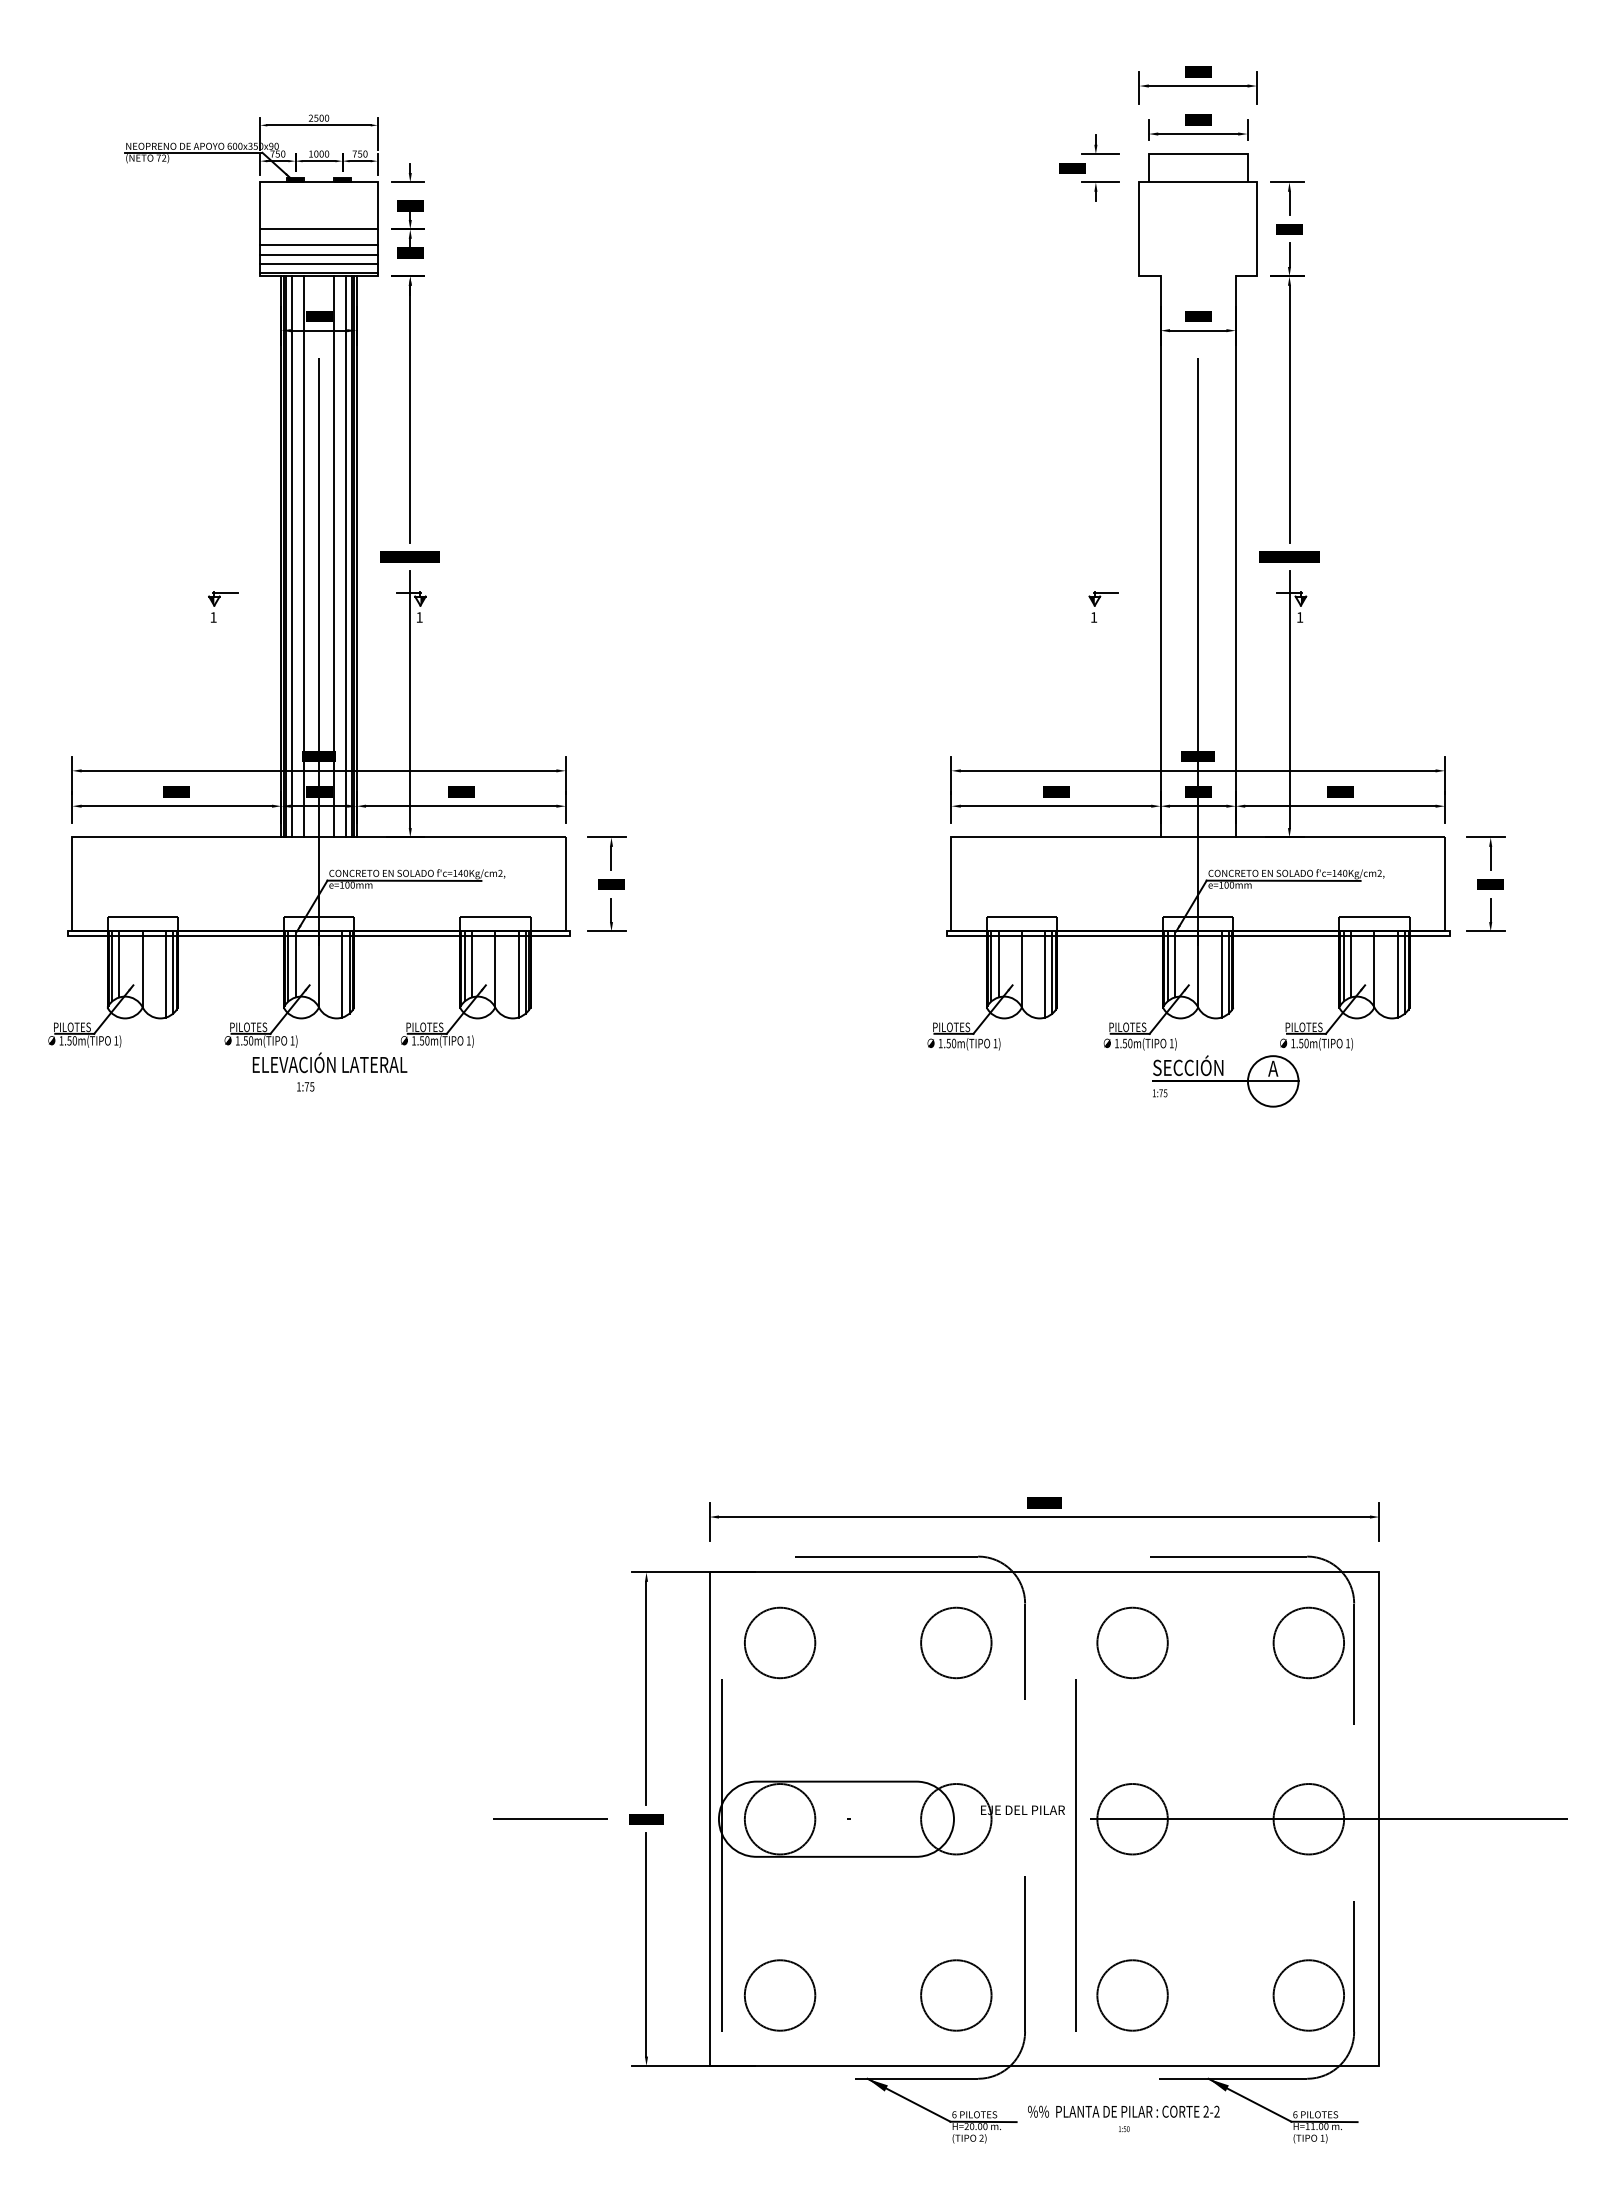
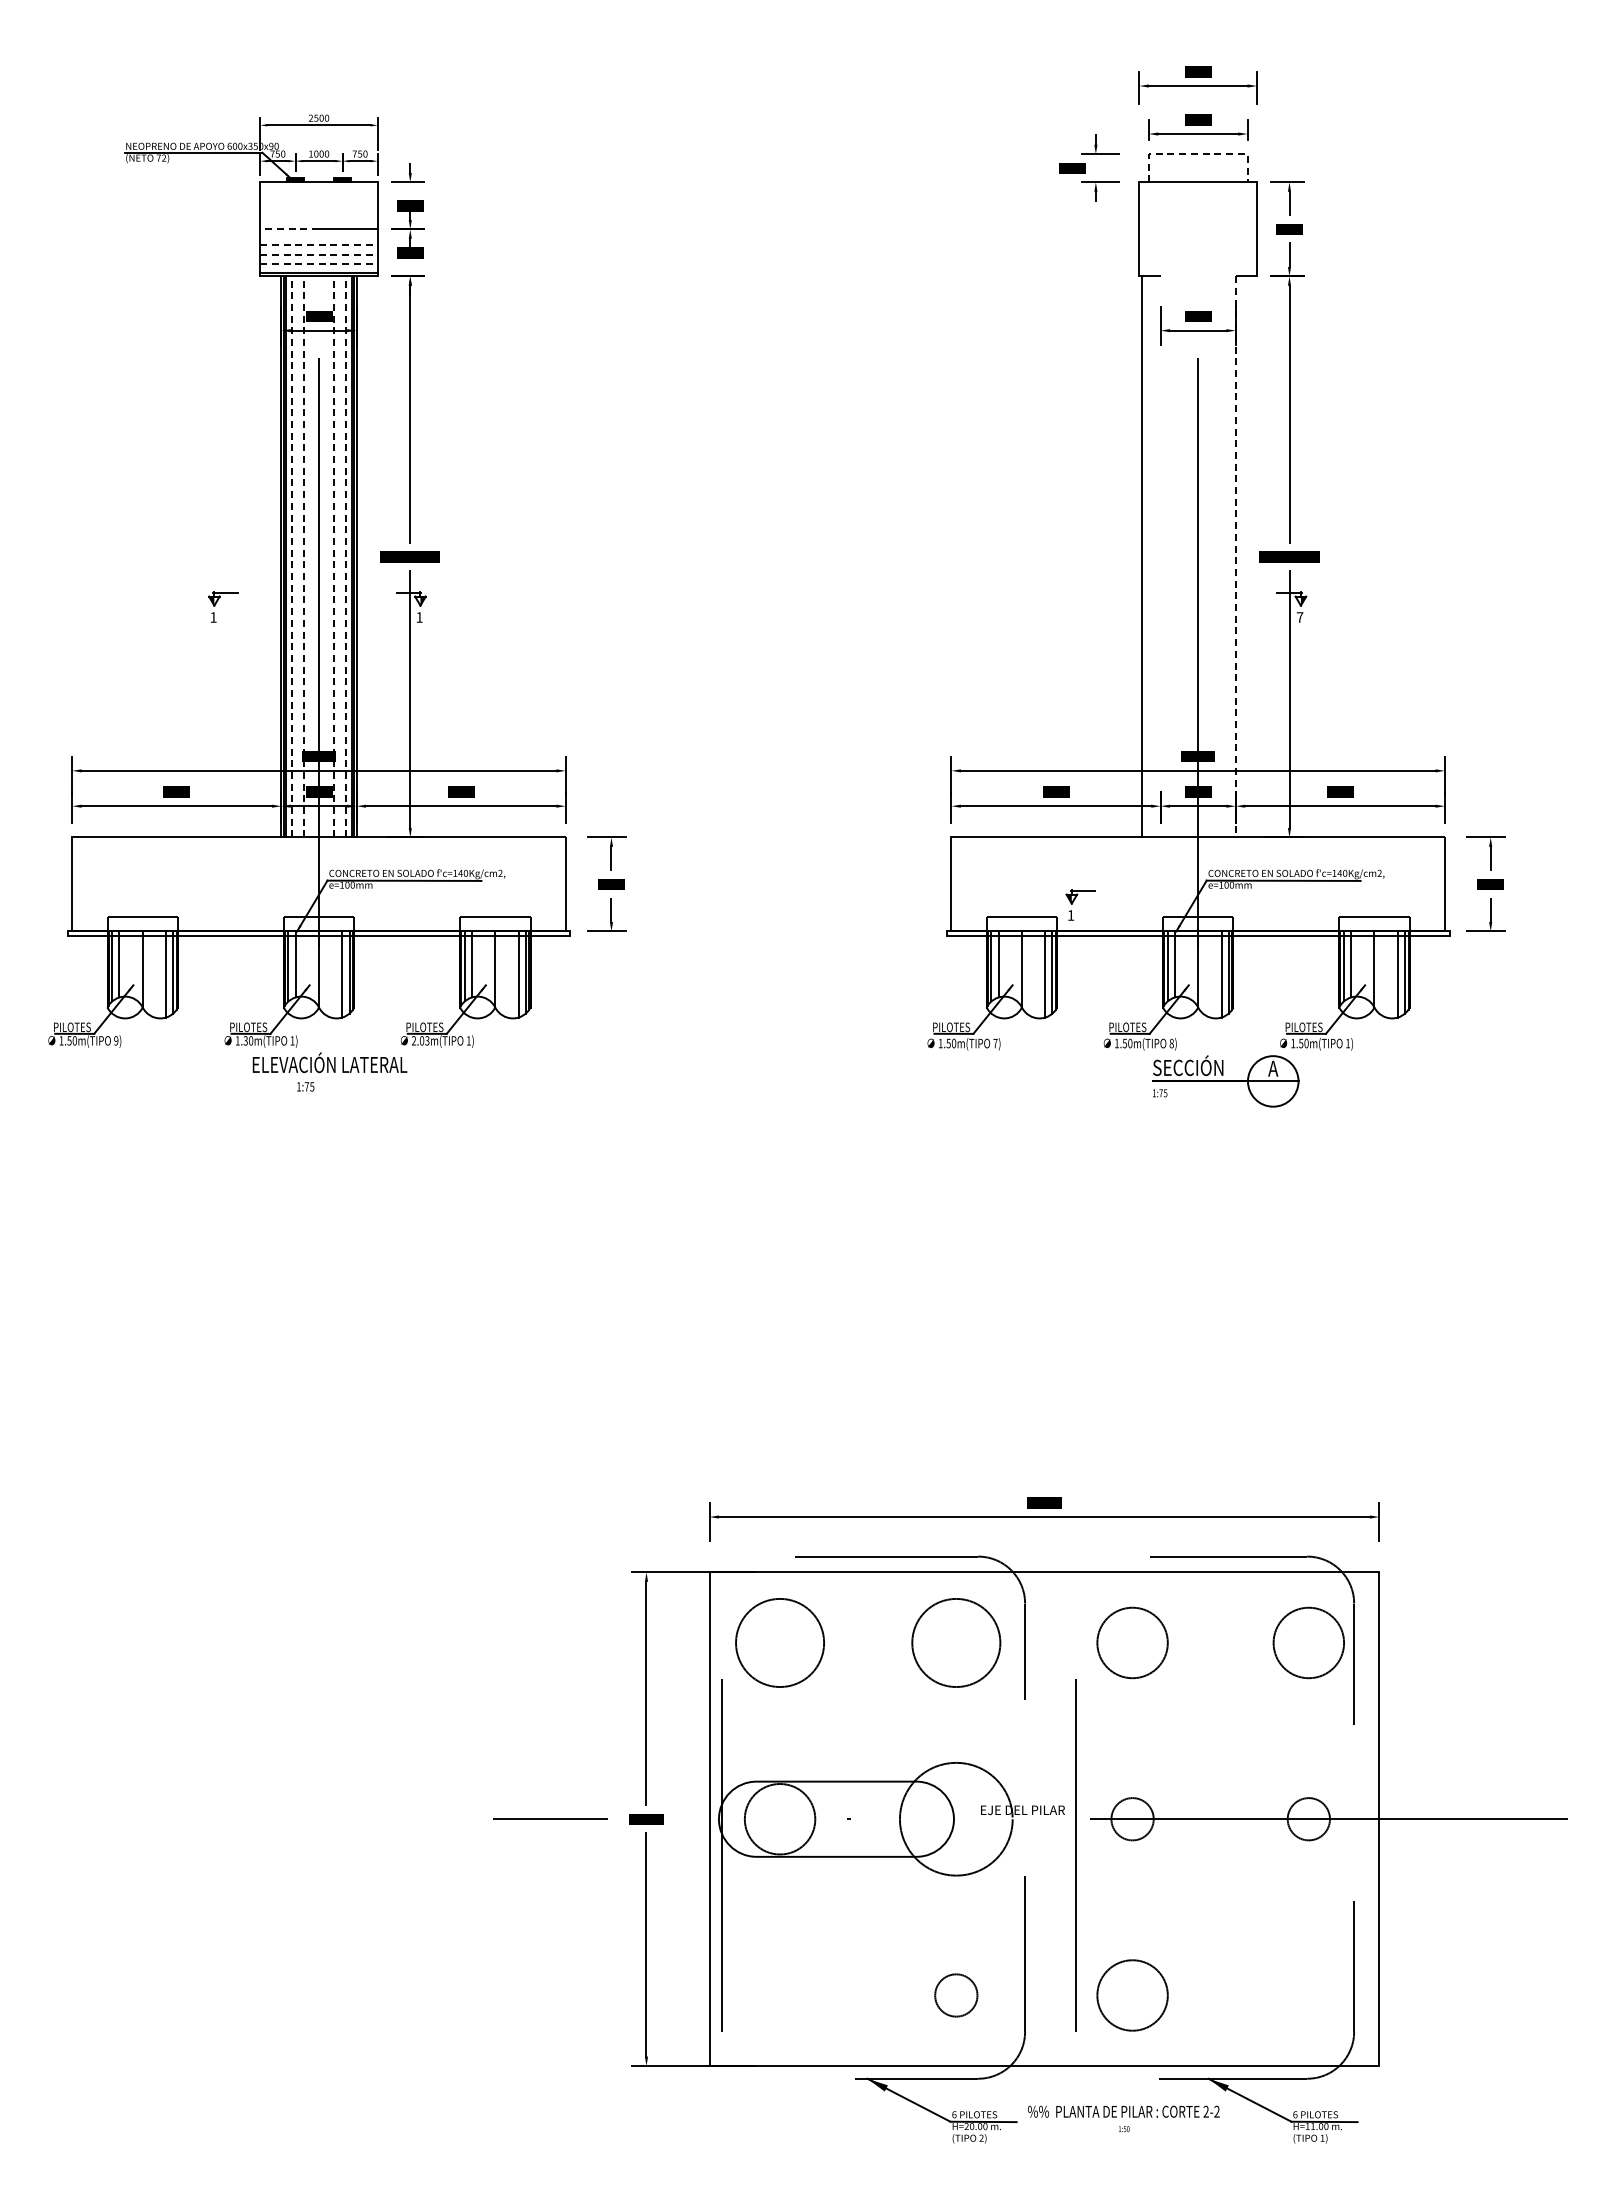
line at (1198, 154): solid -> dashed
line at (289, 229): solid -> dashed
line at (319, 245): solid -> dashed
line at (319, 254): solid -> dashed
line at (319, 263): solid -> dashed
line at (291, 556): solid -> dashed
line at (304, 556): solid -> dashed
line at (333, 556): solid -> dashed
line at (346, 556): solid -> dashed
line at (1160, 556) position: (1160, 556) -> (1141, 556)
line at (1235, 556): solid -> dashed
part at (1097, 603) position: (1097, 603) -> (1074, 901)
text at (1299, 617): 1 -> 7
text at (116, 1040): 1) -> 9)
text at (245, 1040): 1.50m(TIPO -> 1.30m(TIPO
text at (420, 1040): 1.50m(TIPO -> 2.03m(TIPO
text at (995, 1043): 1) -> 7)
text at (1171, 1043): 1) -> 8)
circle at (779, 1642) diameter: 71 px -> 88 px
circle at (956, 1642) diameter: 71 px -> 88 px
circle at (956, 1818) diameter: 71 px -> 113 px
circle at (1132, 1818) diameter: 71 px -> 42 px
circle at (1308, 1818) diameter: 71 px -> 42 px
circle at (780, 1995): present -> none
circle at (956, 1995) diameter: 71 px -> 42 px
circle at (1308, 1995): present -> none
